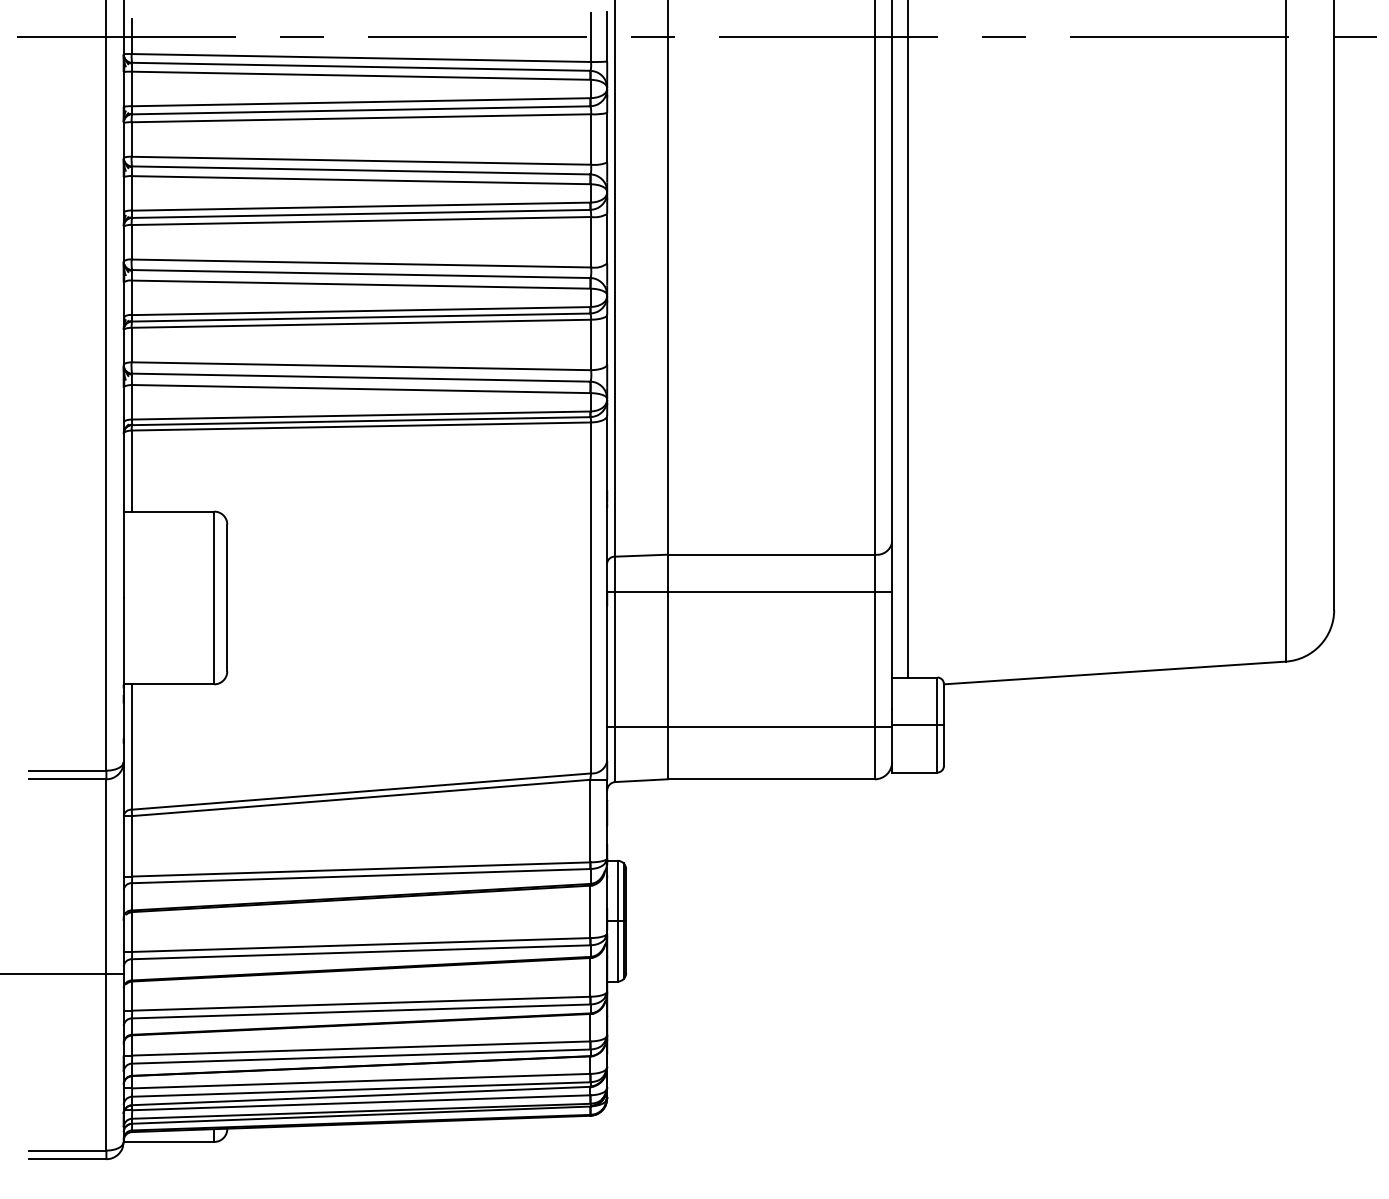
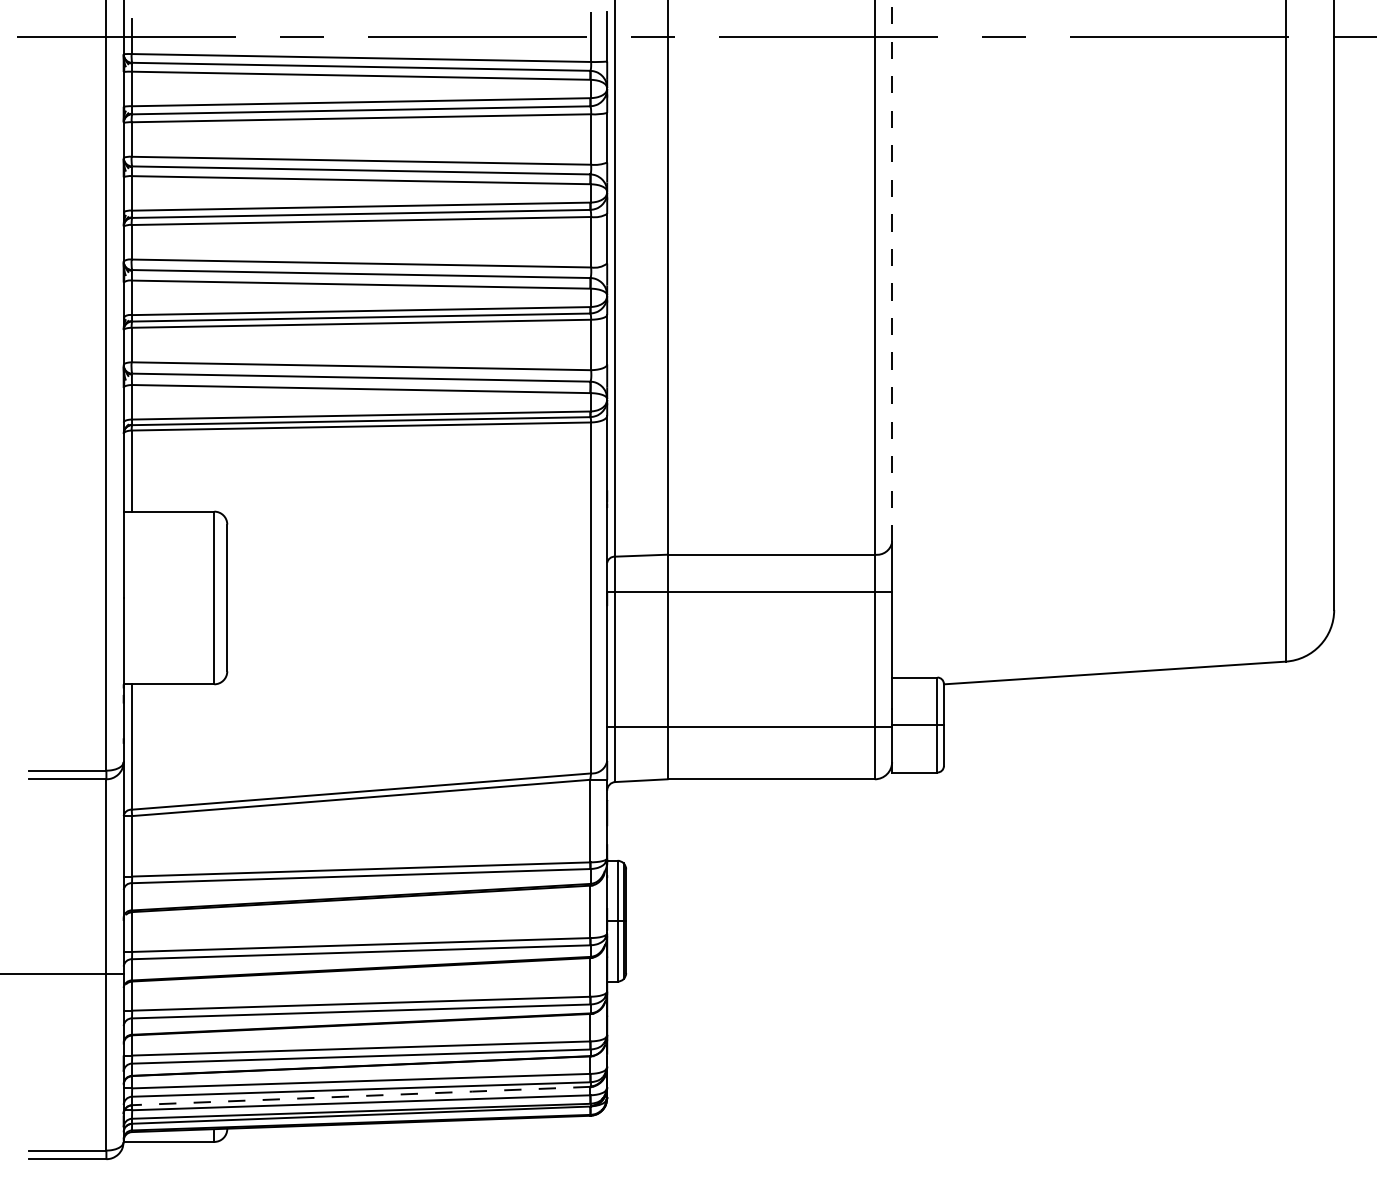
line at (892, 271): solid -> dashed
line at (908, 339): present -> none
line at (360, 1096): solid -> dashed
